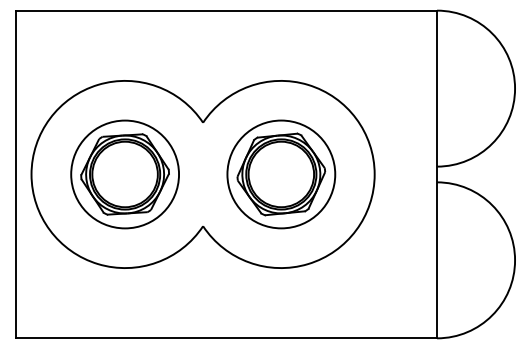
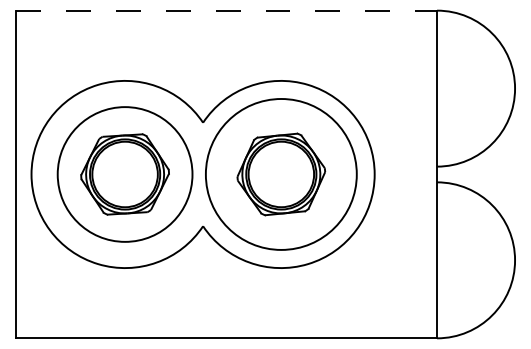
line at (226, 10): solid -> dashed
circle at (125, 174) diameter: 108 px -> 135 px
circle at (281, 174) diameter: 108 px -> 151 px
